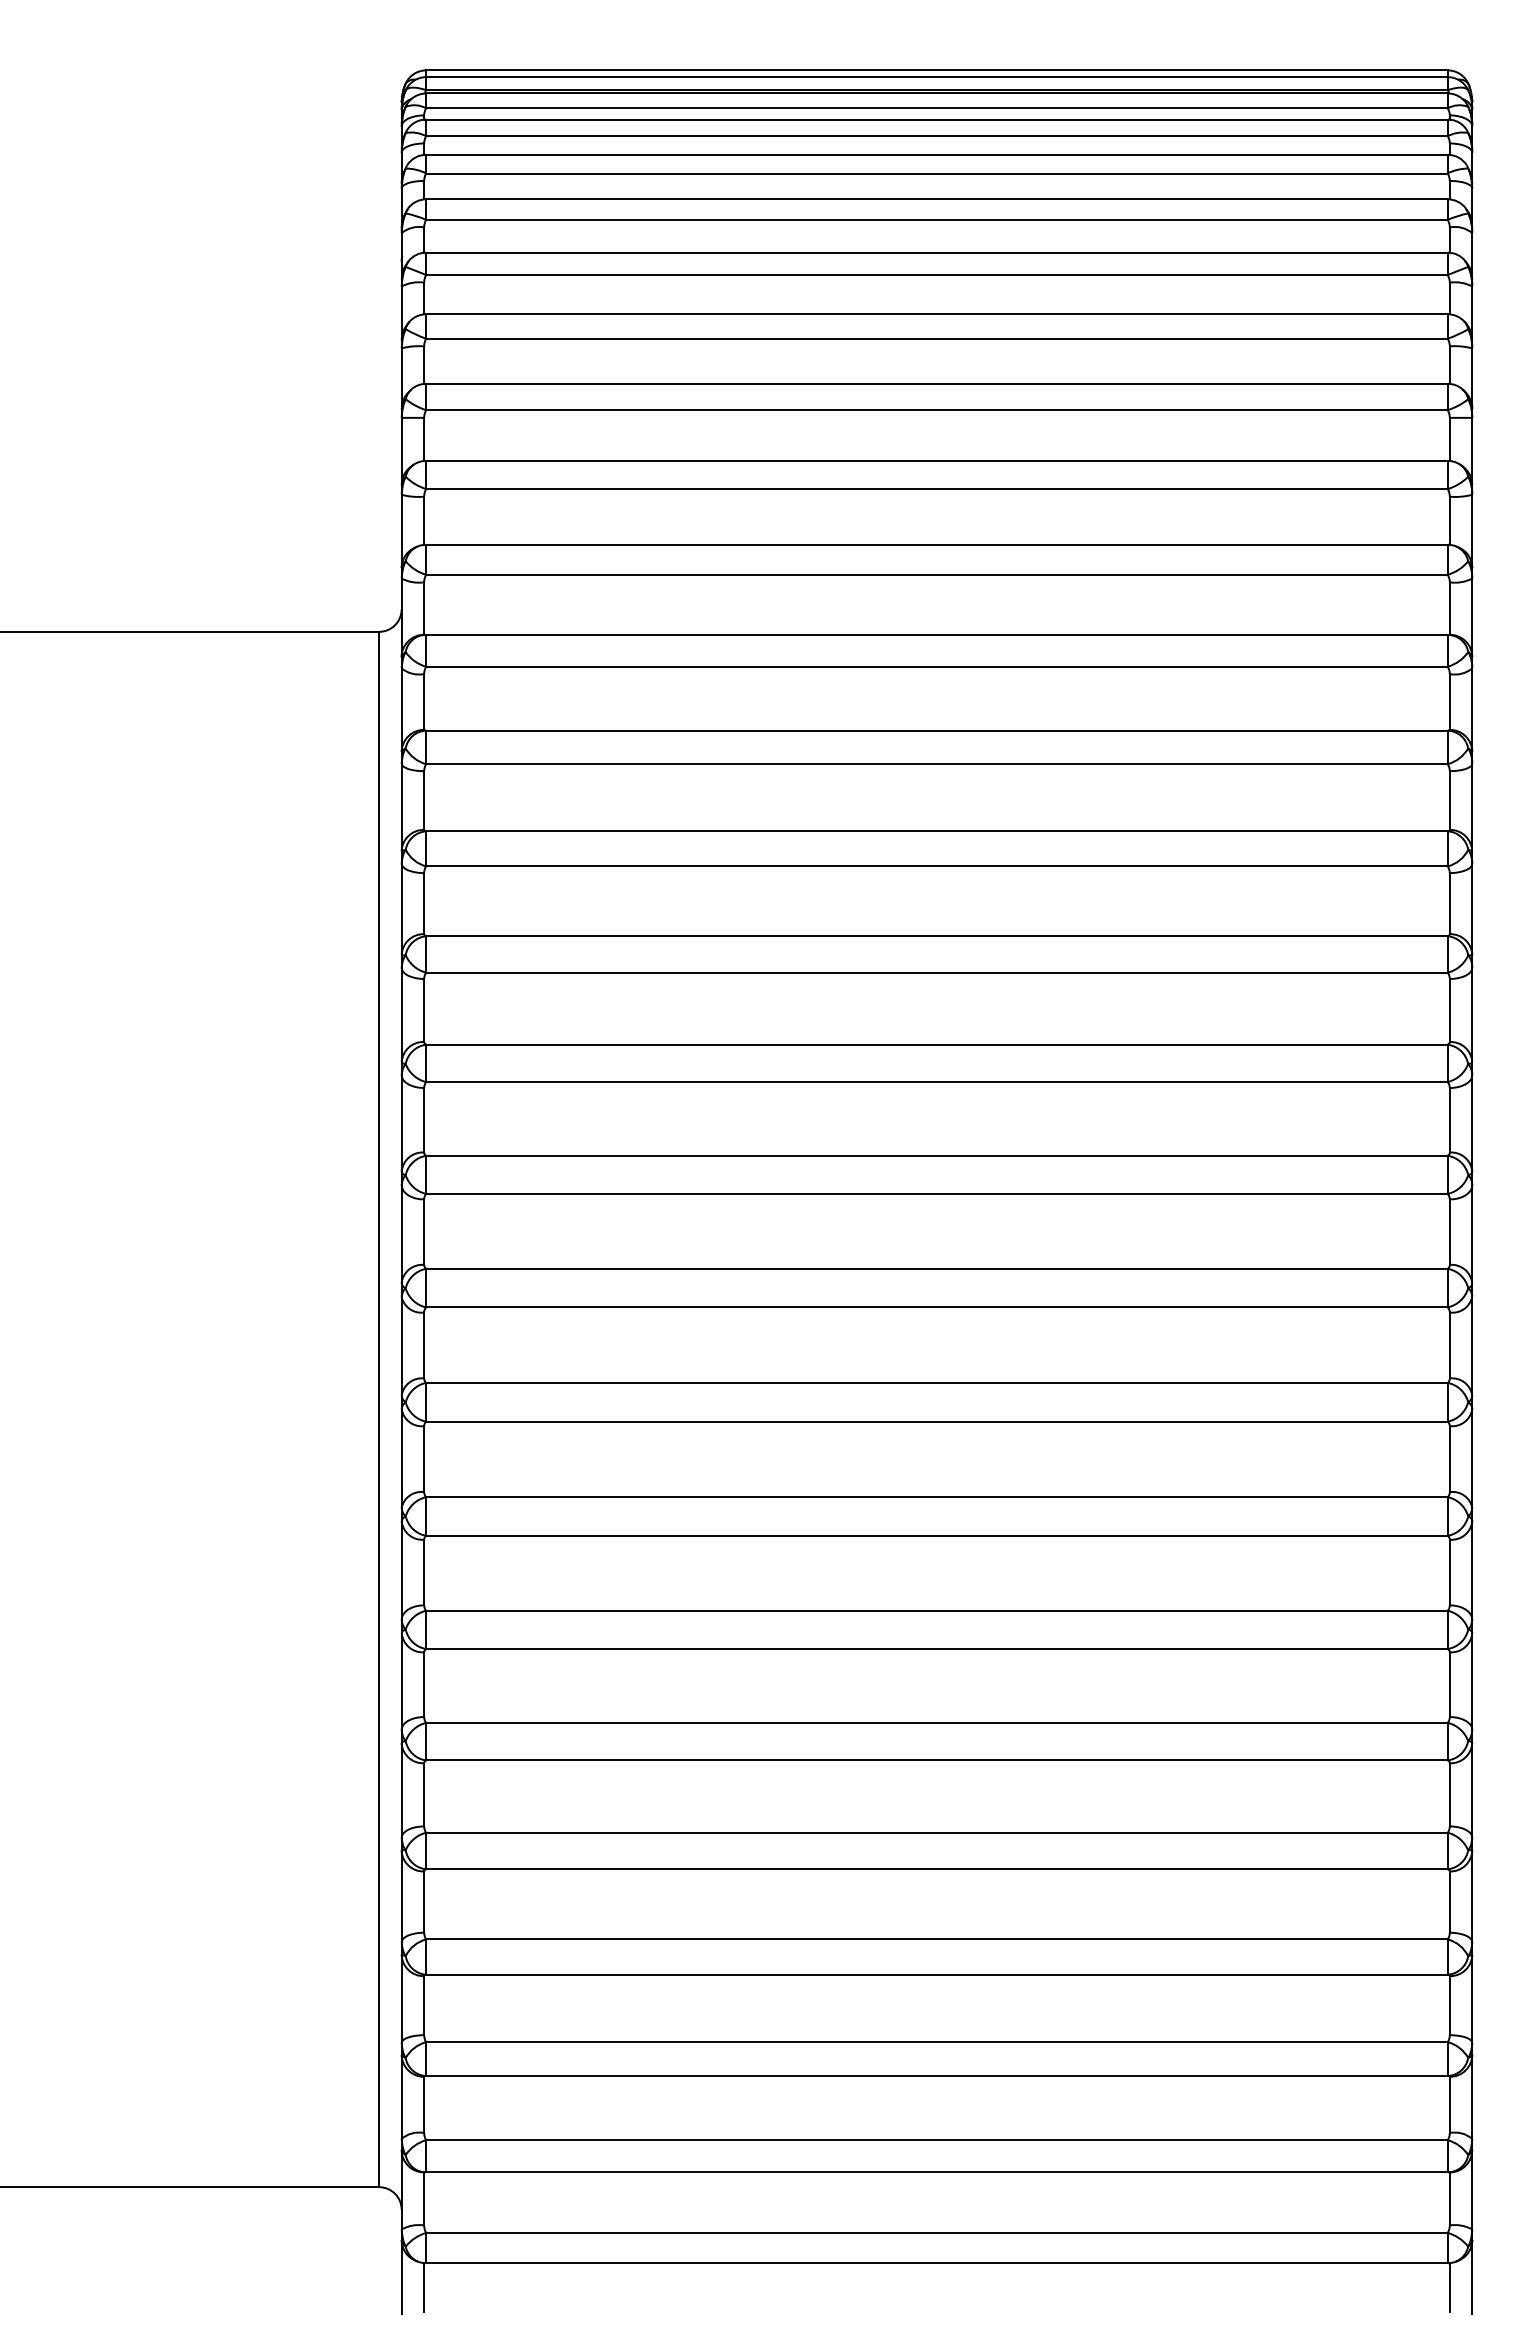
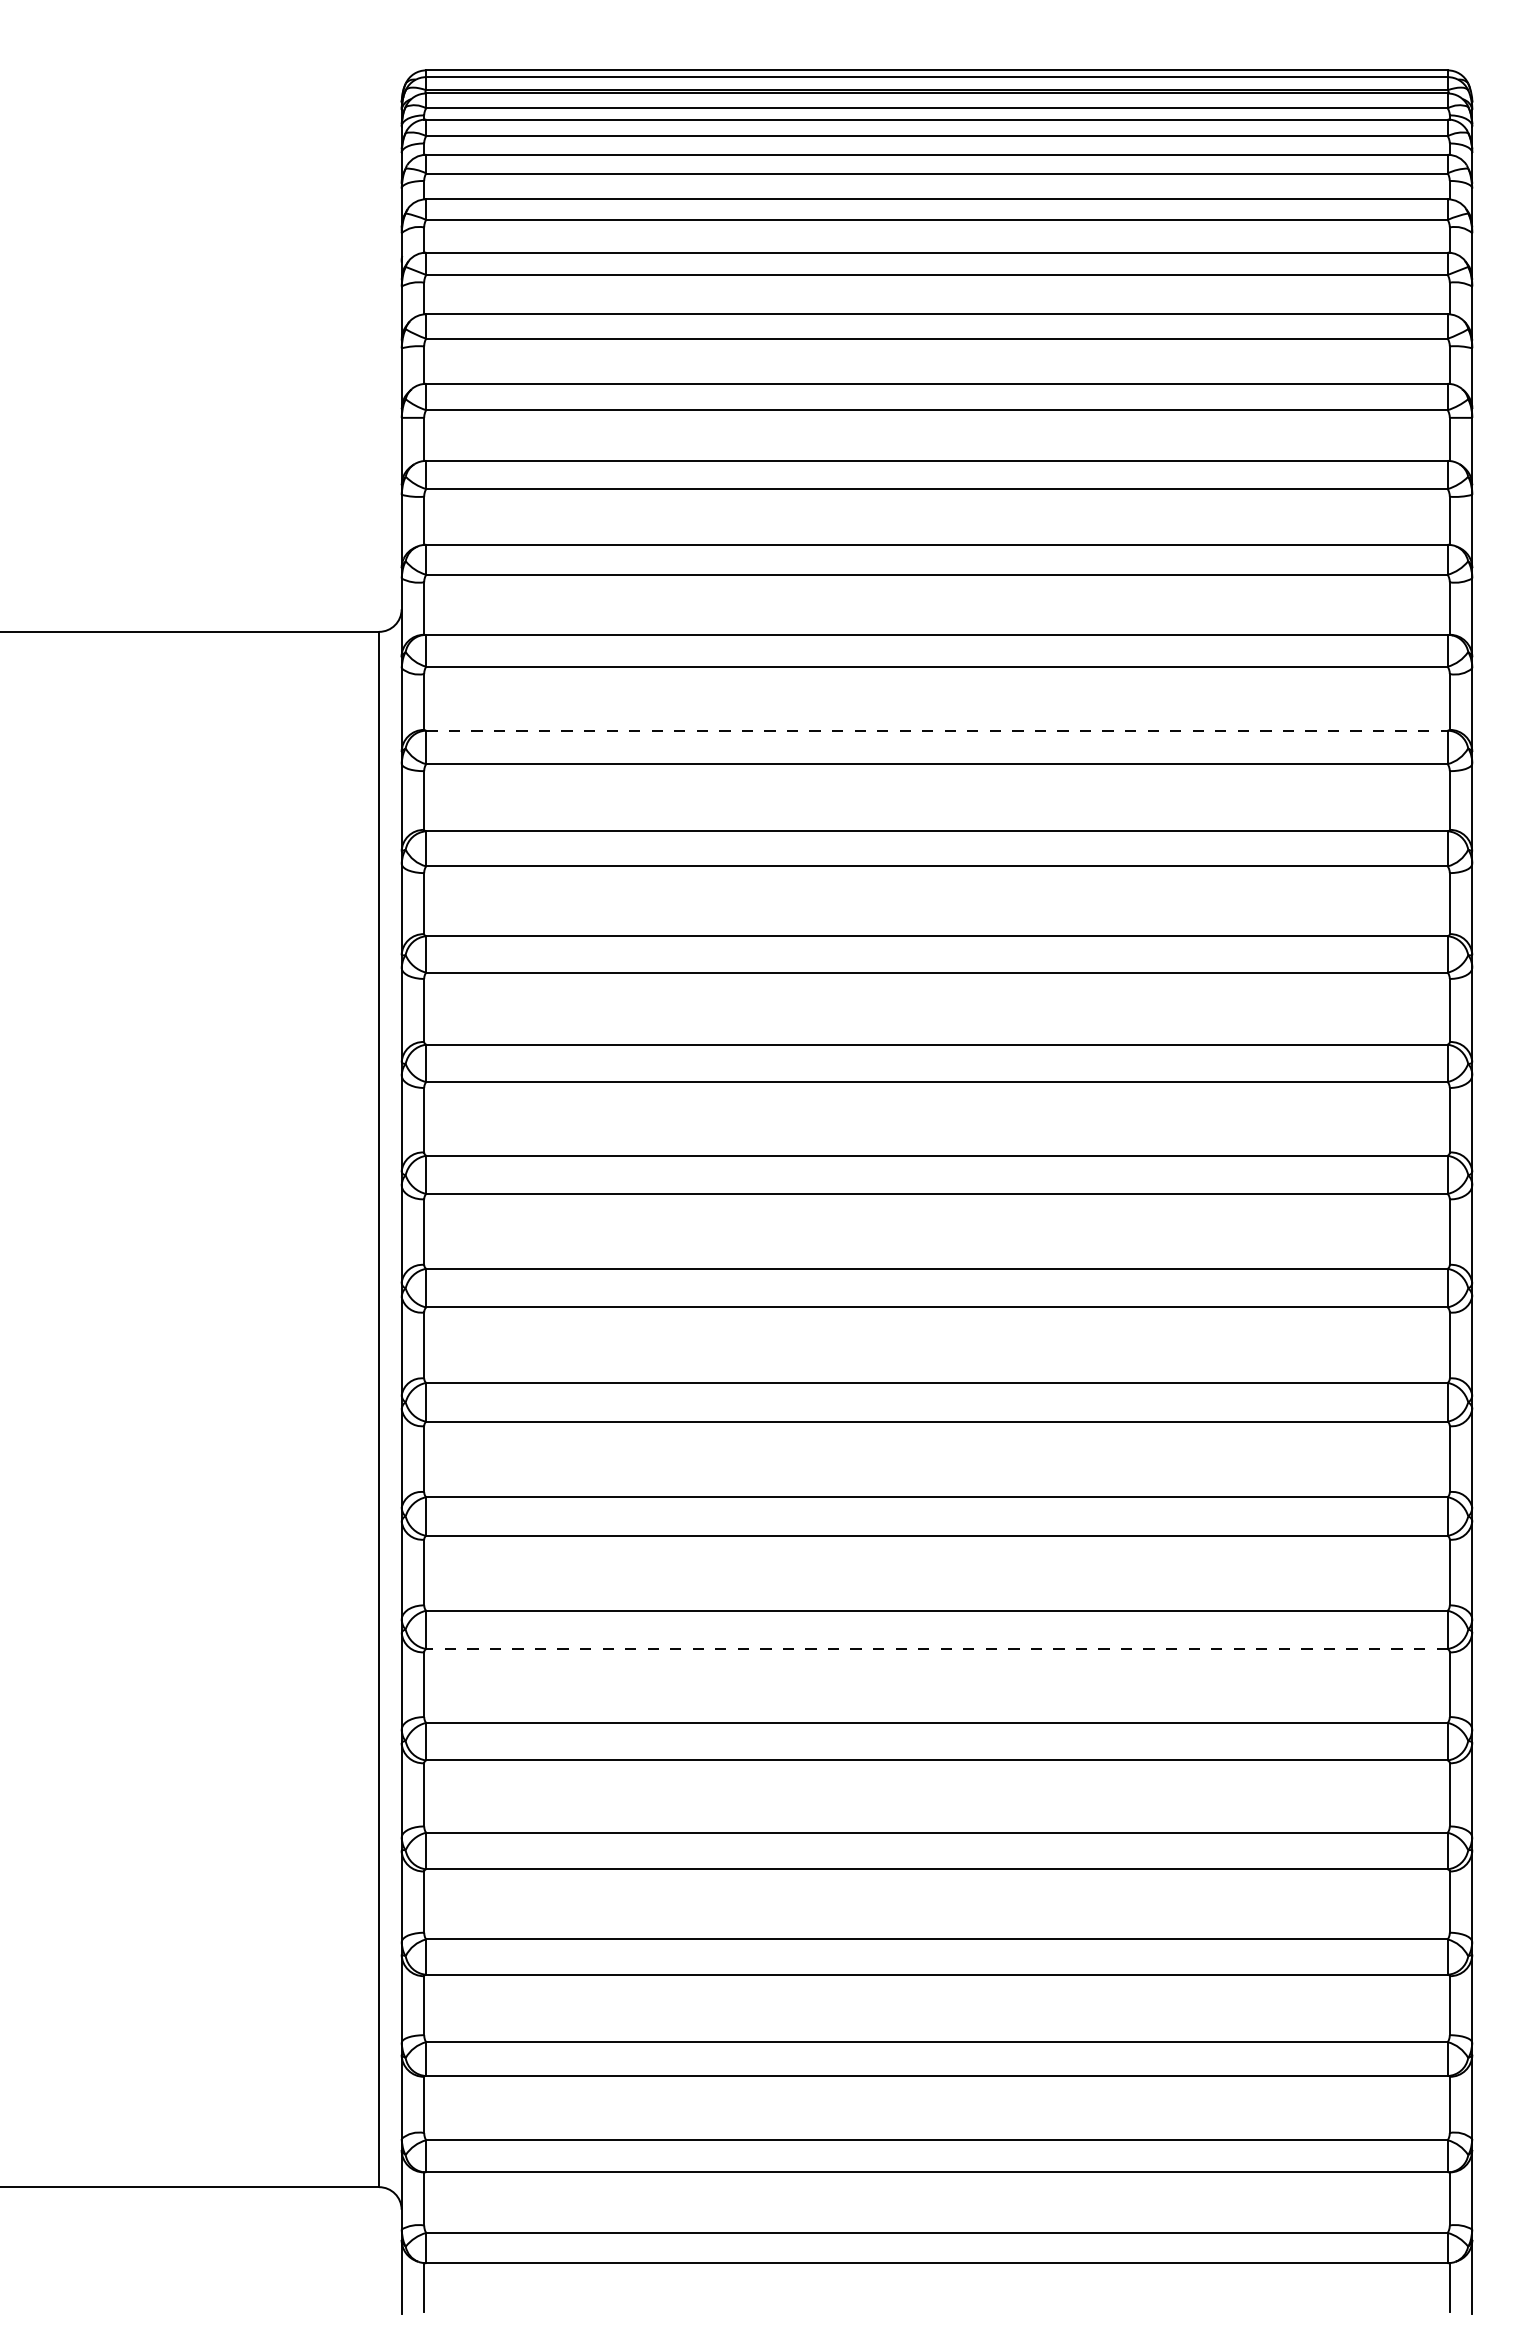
line at (936, 730): solid -> dashed
line at (936, 1649): solid -> dashed
